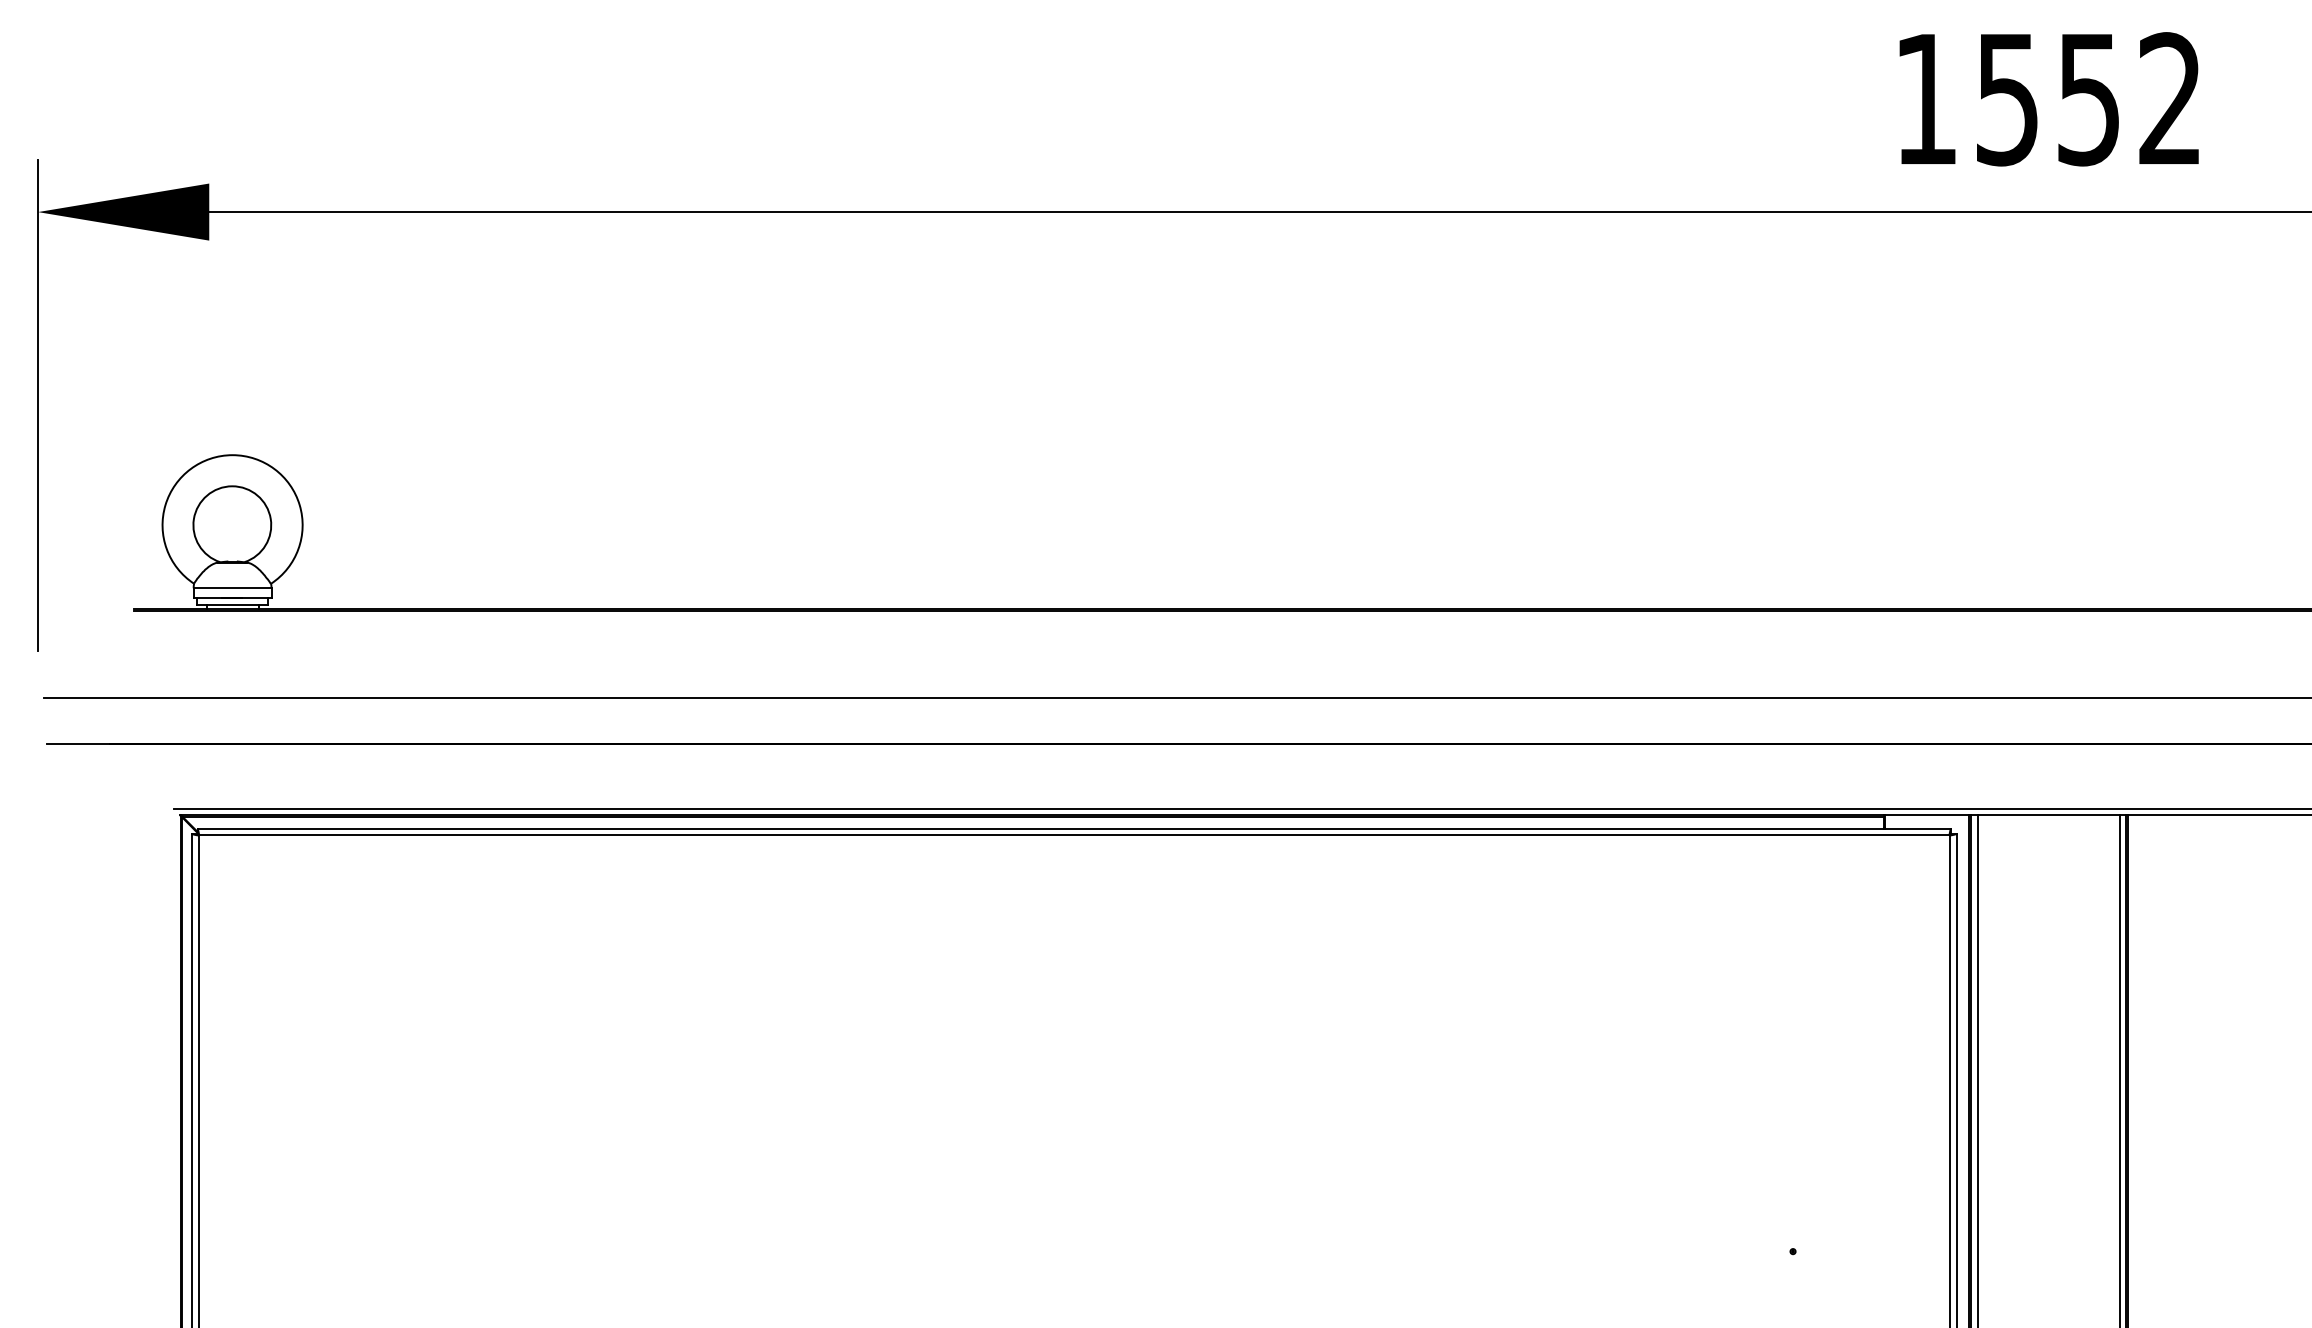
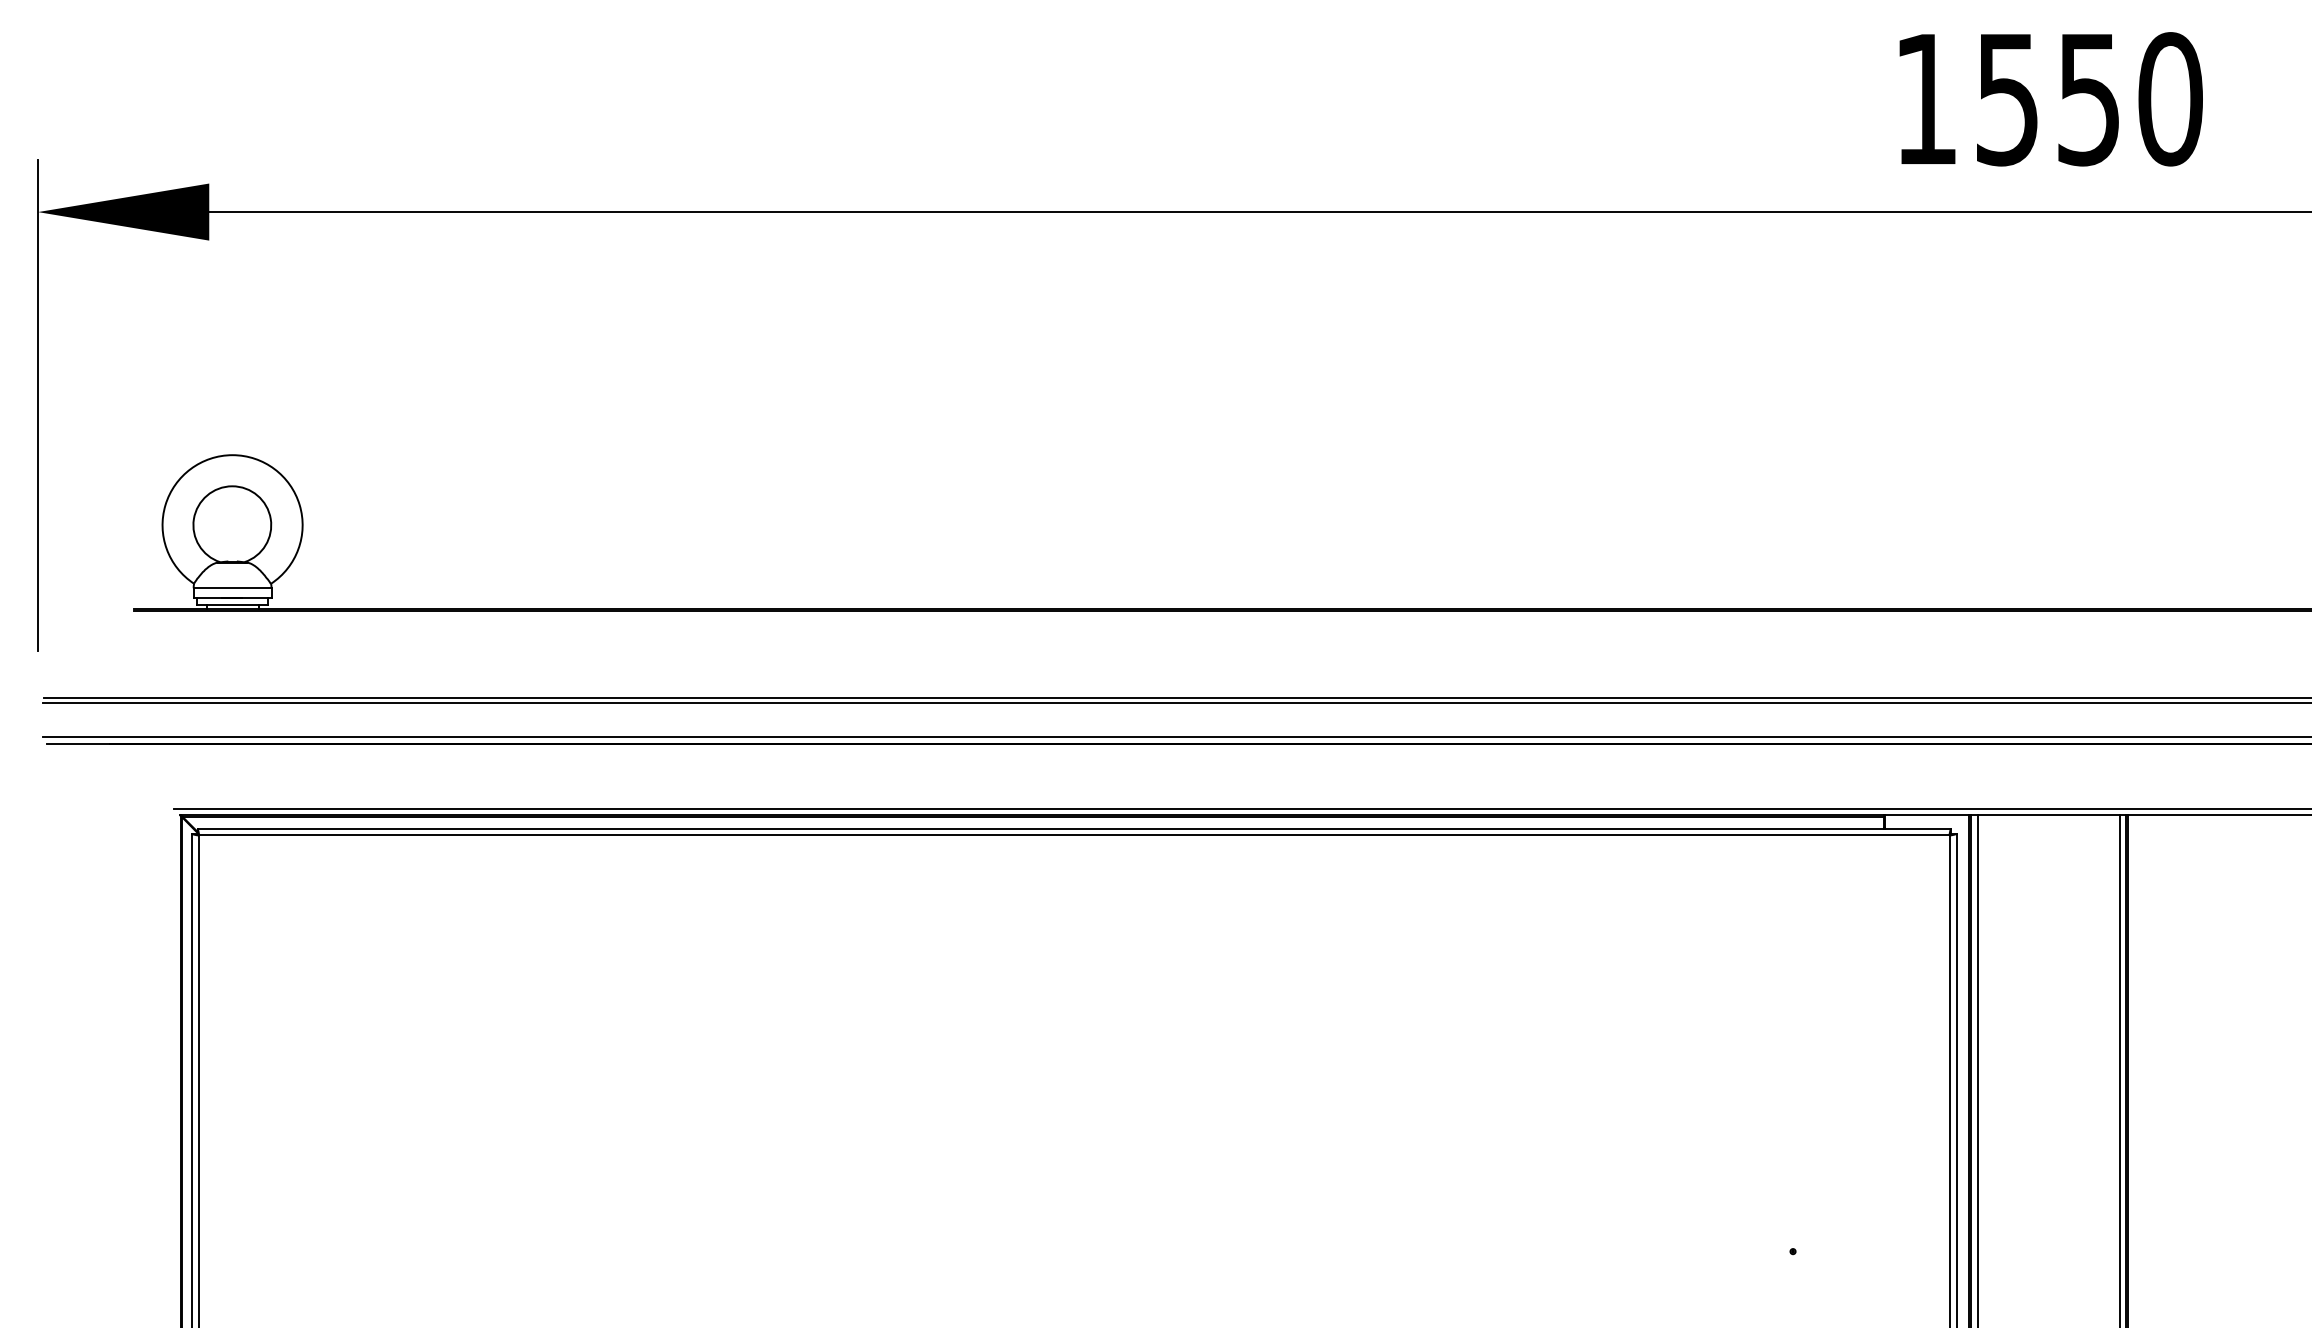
text at (2170, 99): 1552 -> 1550
line at (1175, 702): none -> present
line at (1175, 737): none -> present
